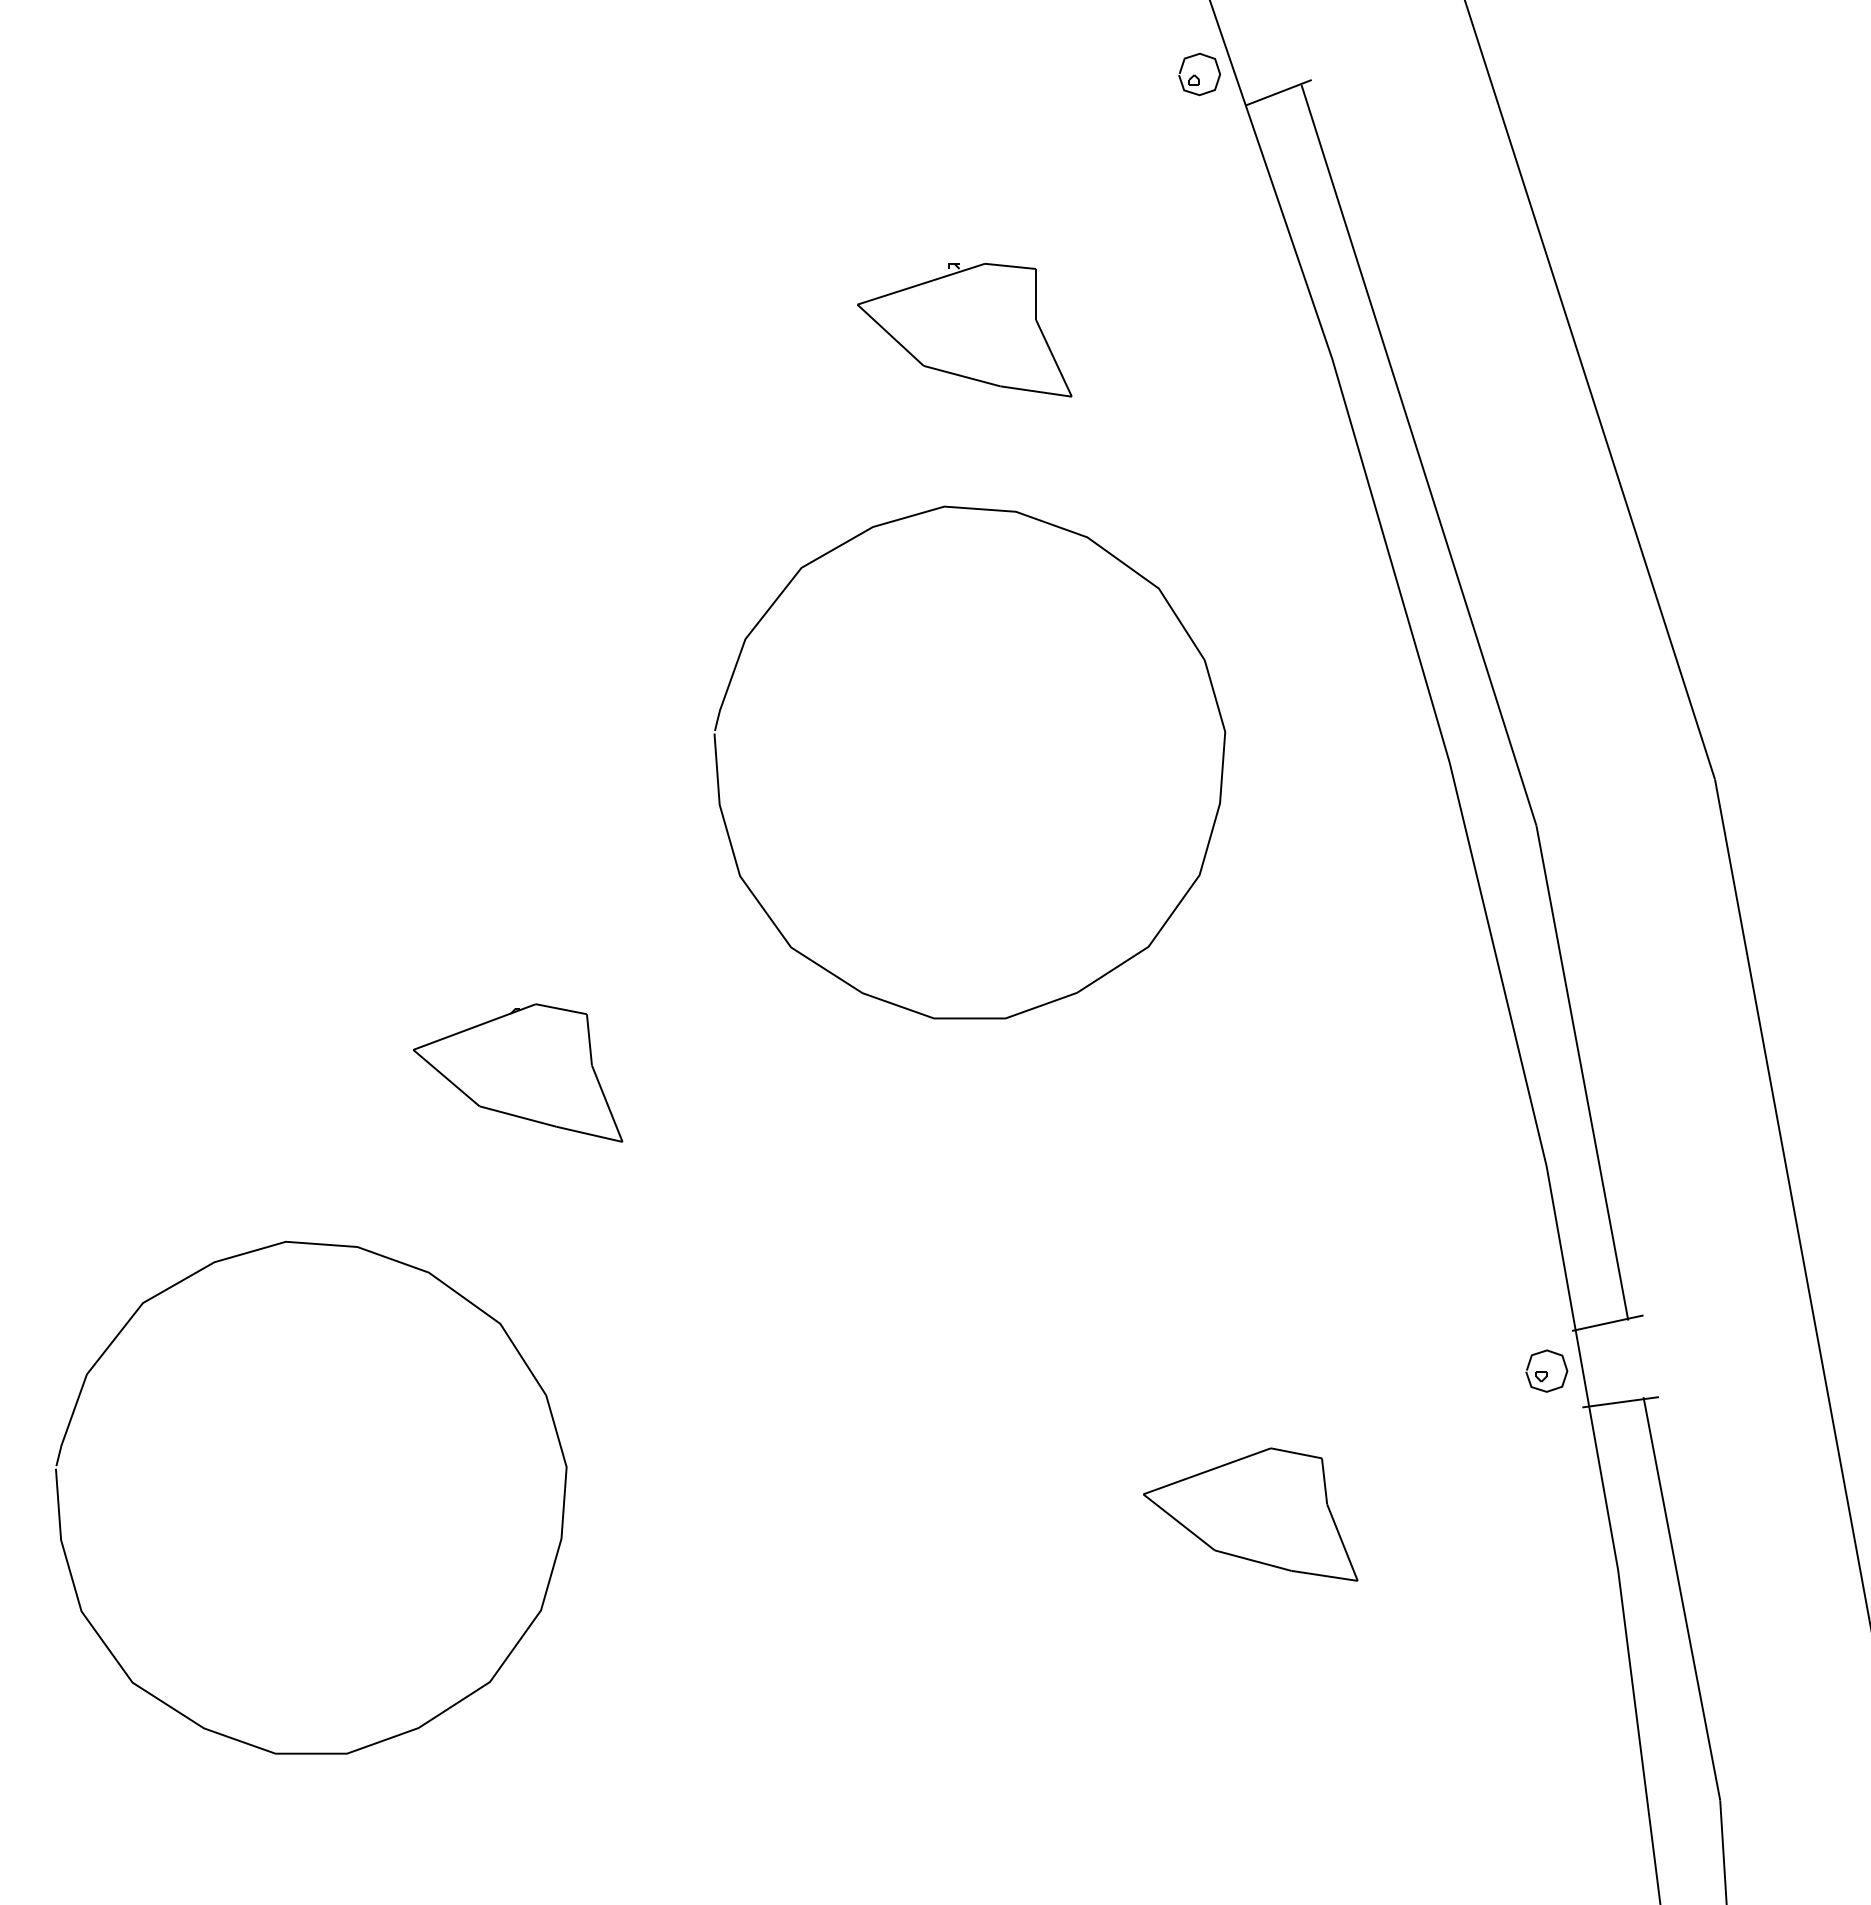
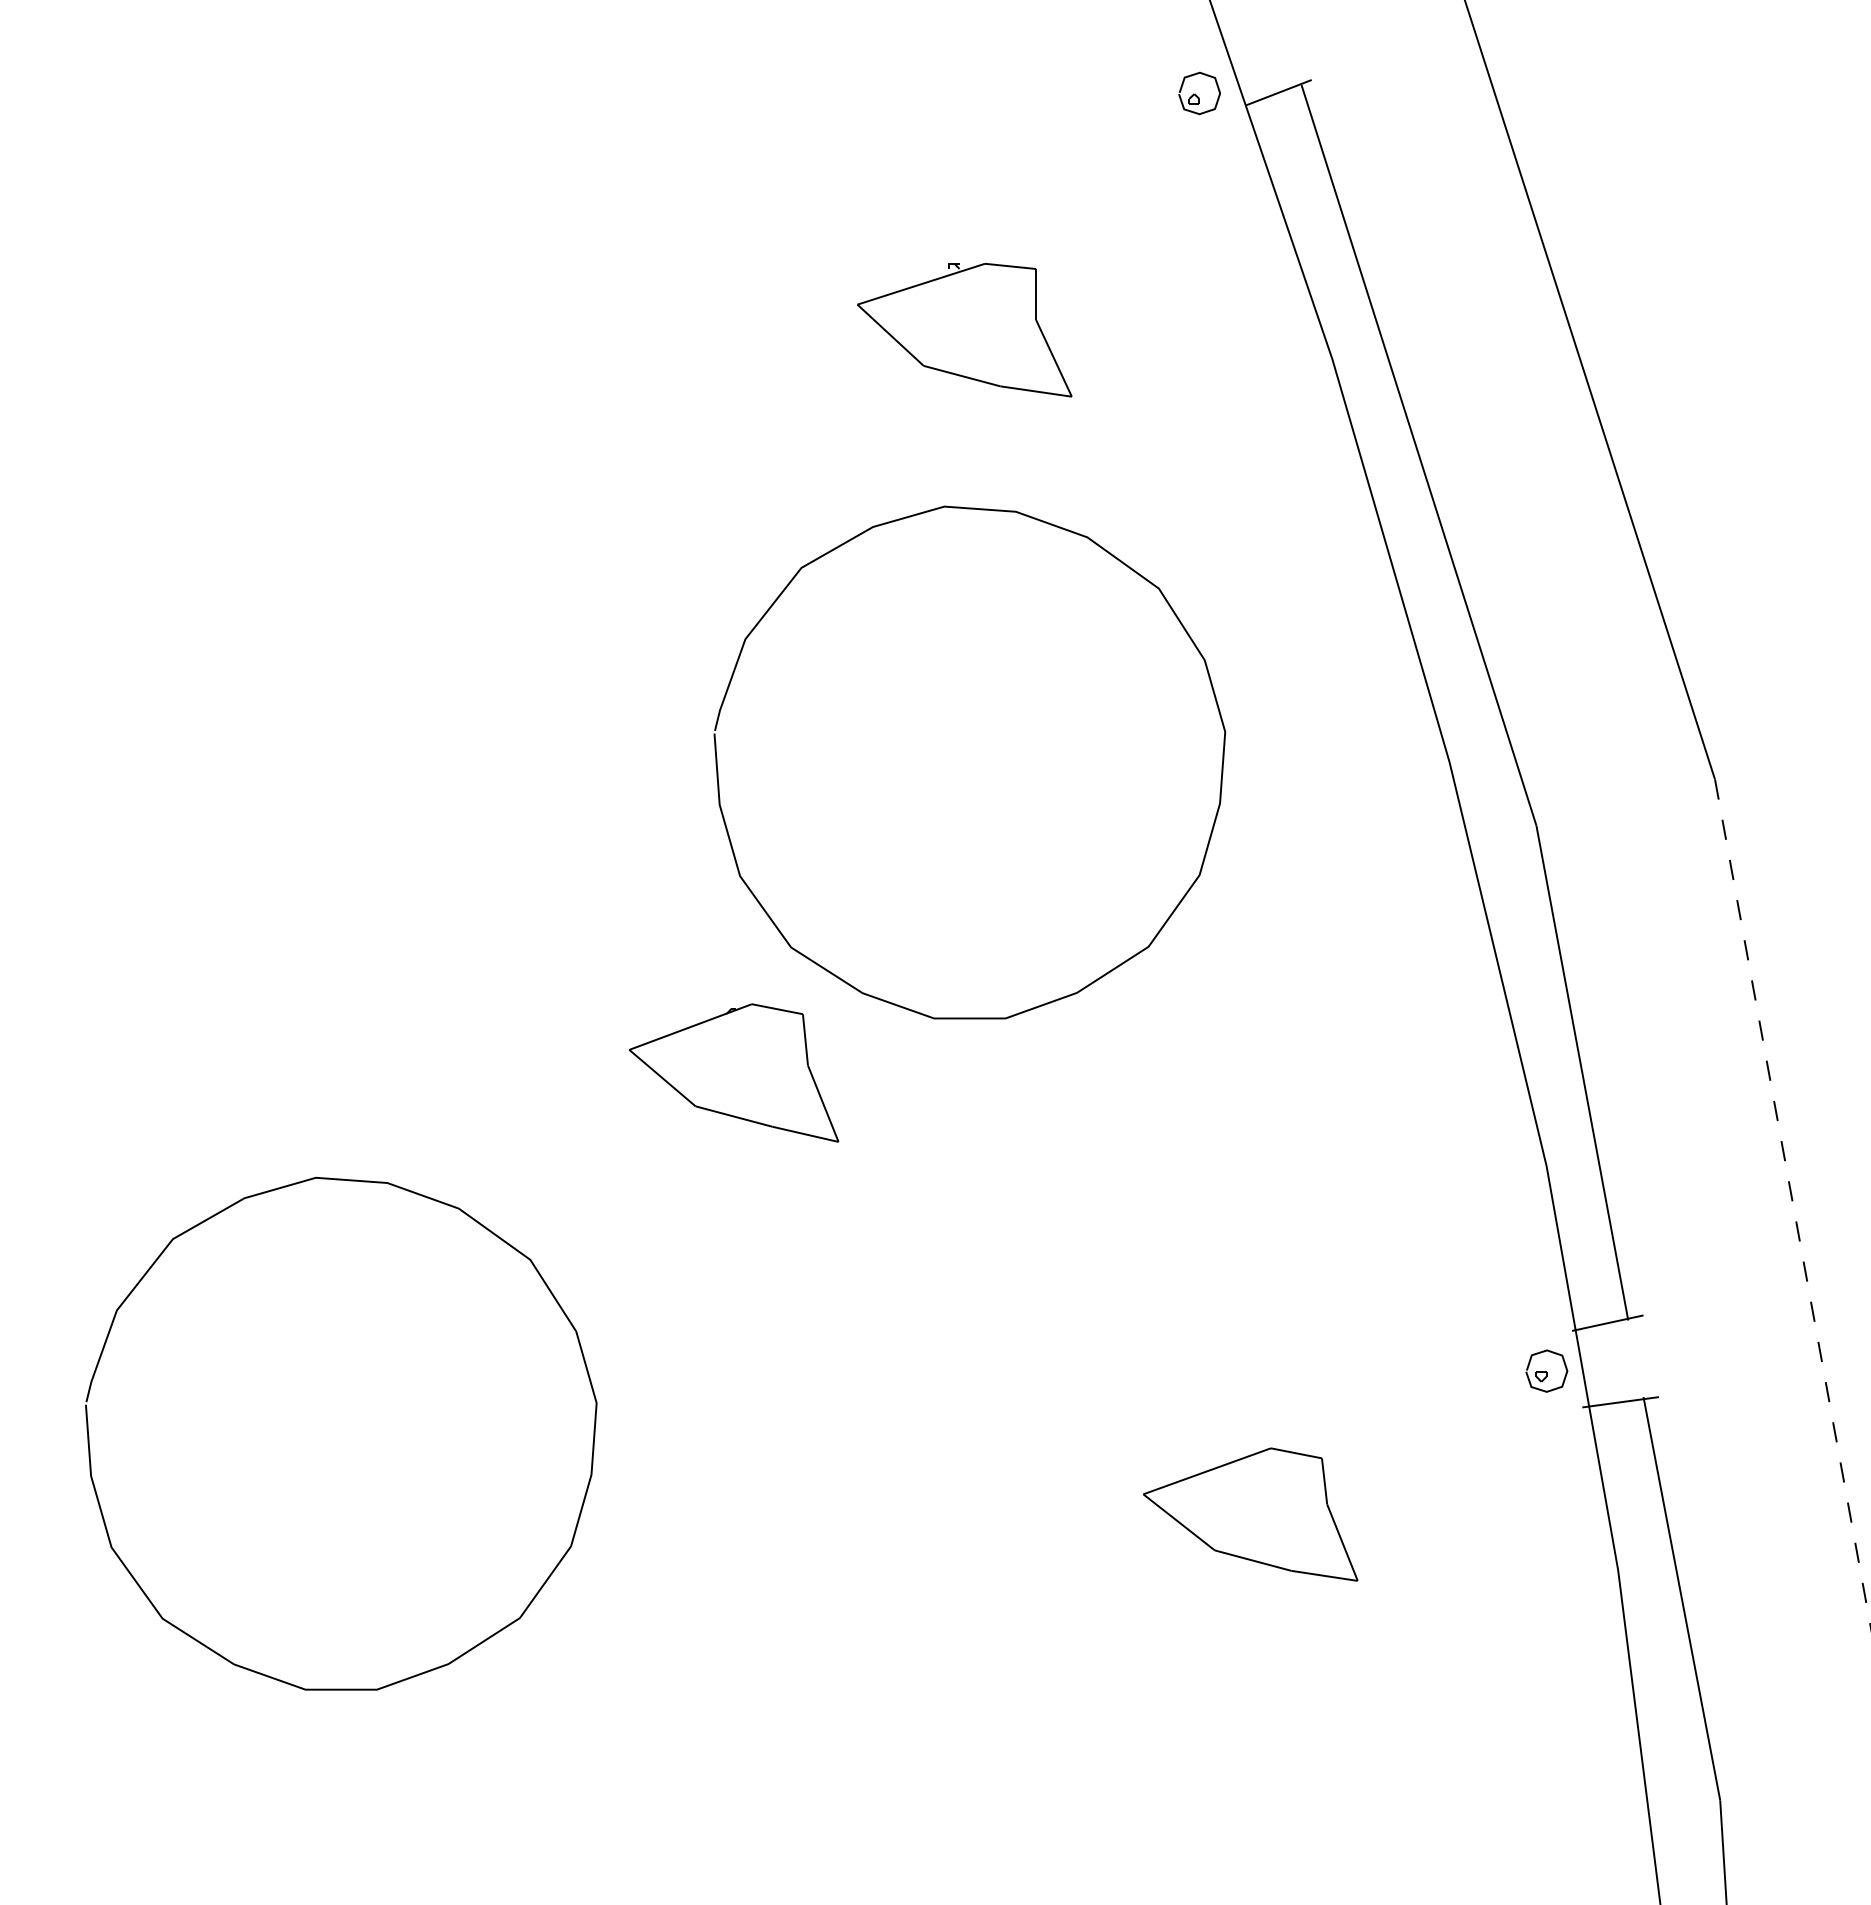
part at (1199, 74) position: (1199, 74) -> (1199, 93)
part at (518, 1072) position: (518, 1072) -> (734, 1072)
line at (1793, 1204): solid -> dashed
curve at (454, 1292) position: (454, 1292) -> (484, 1228)
